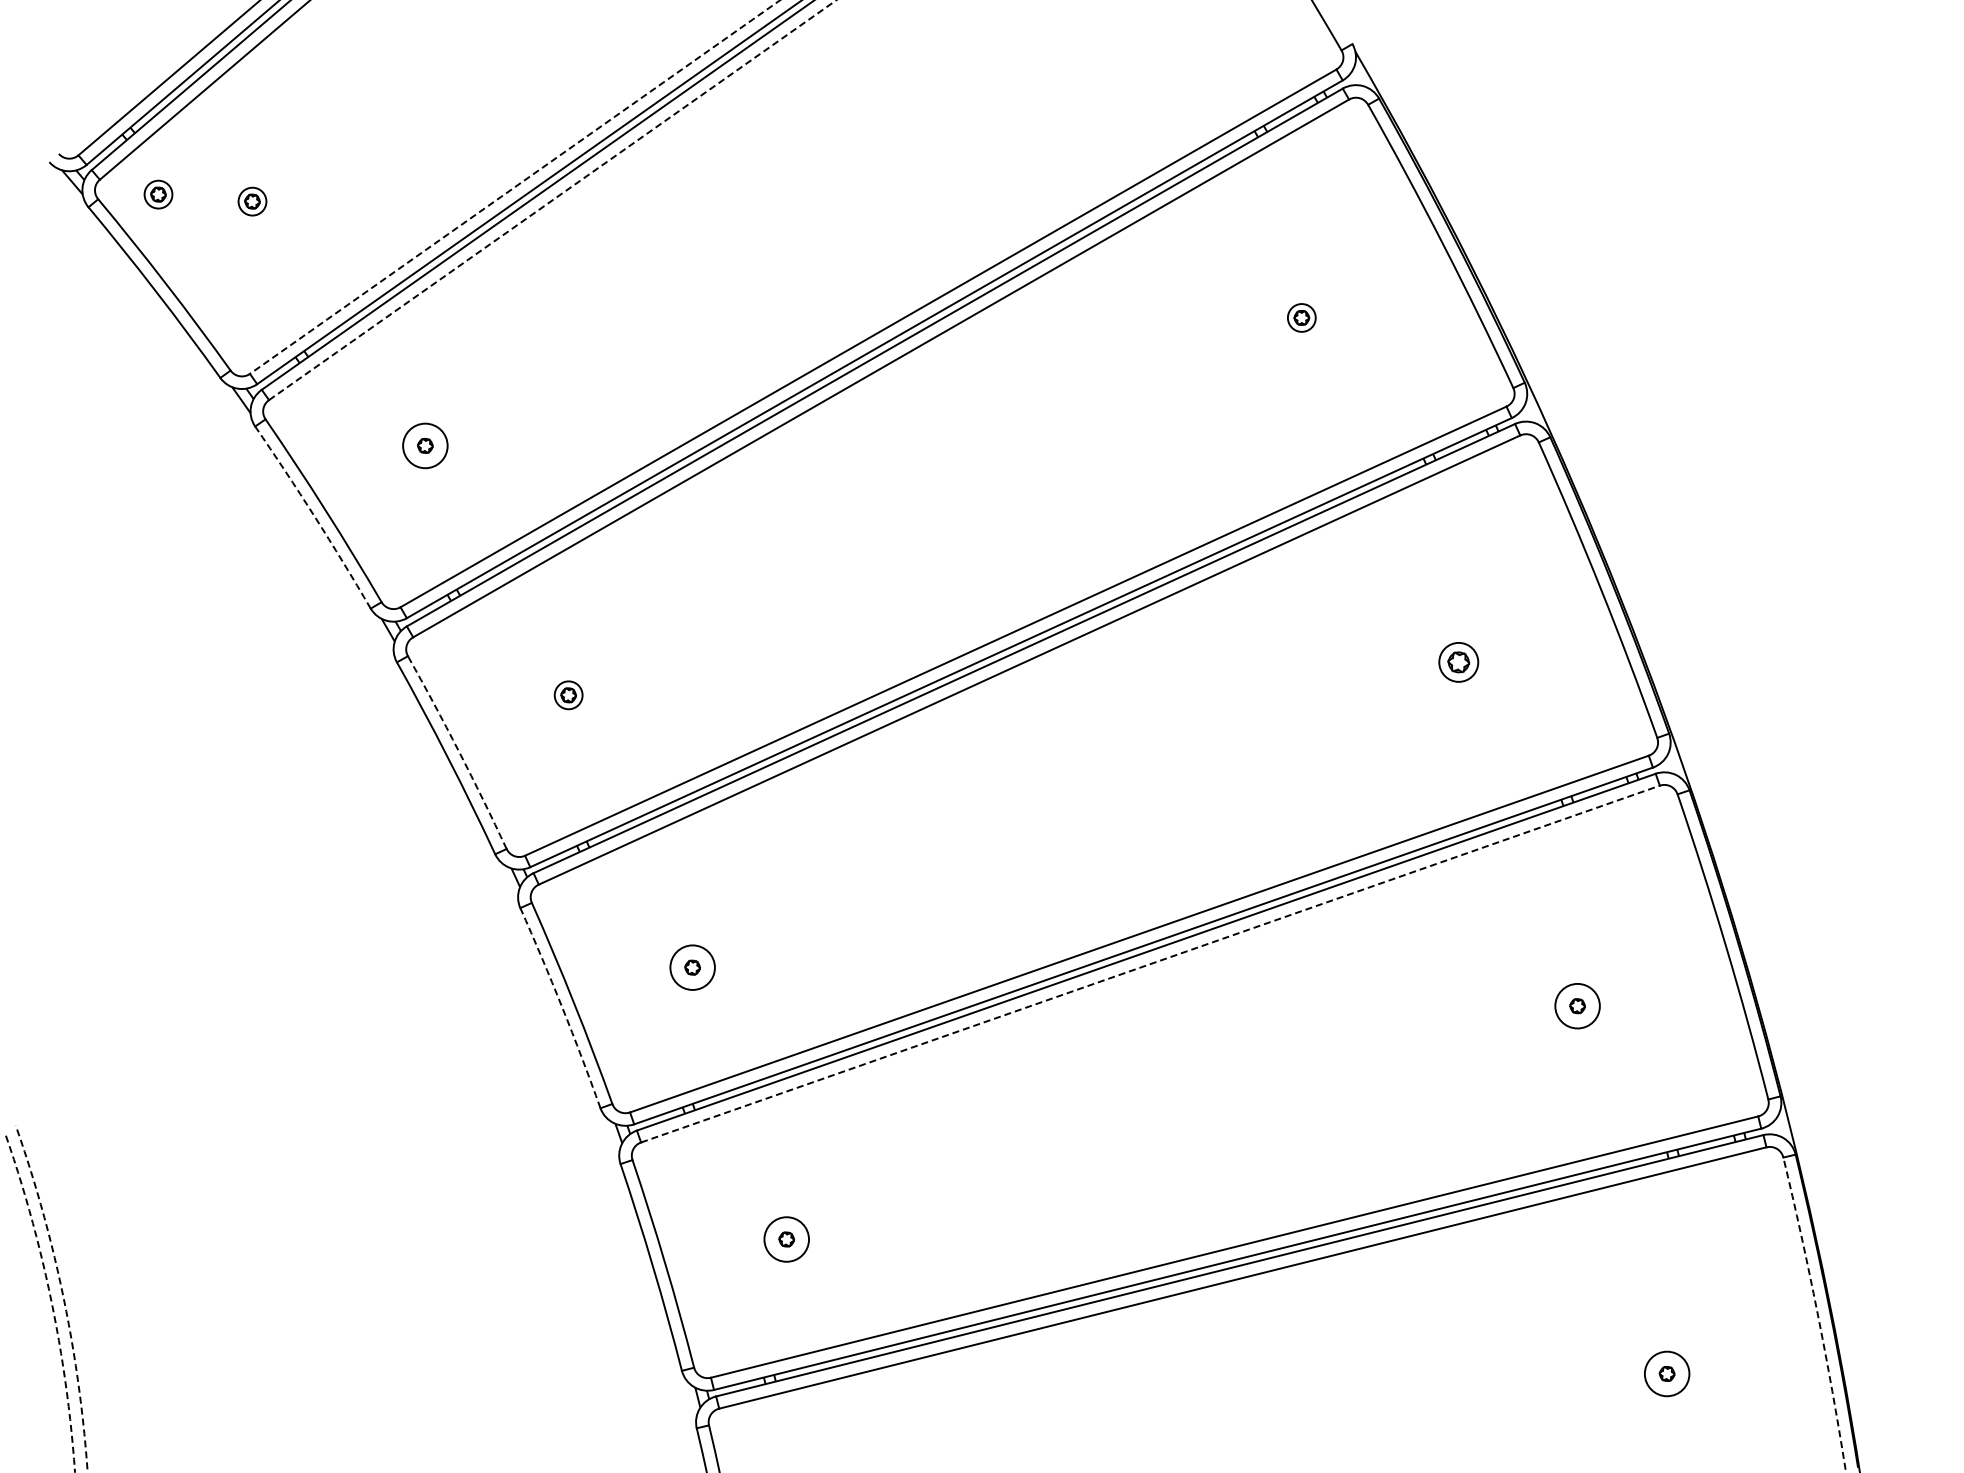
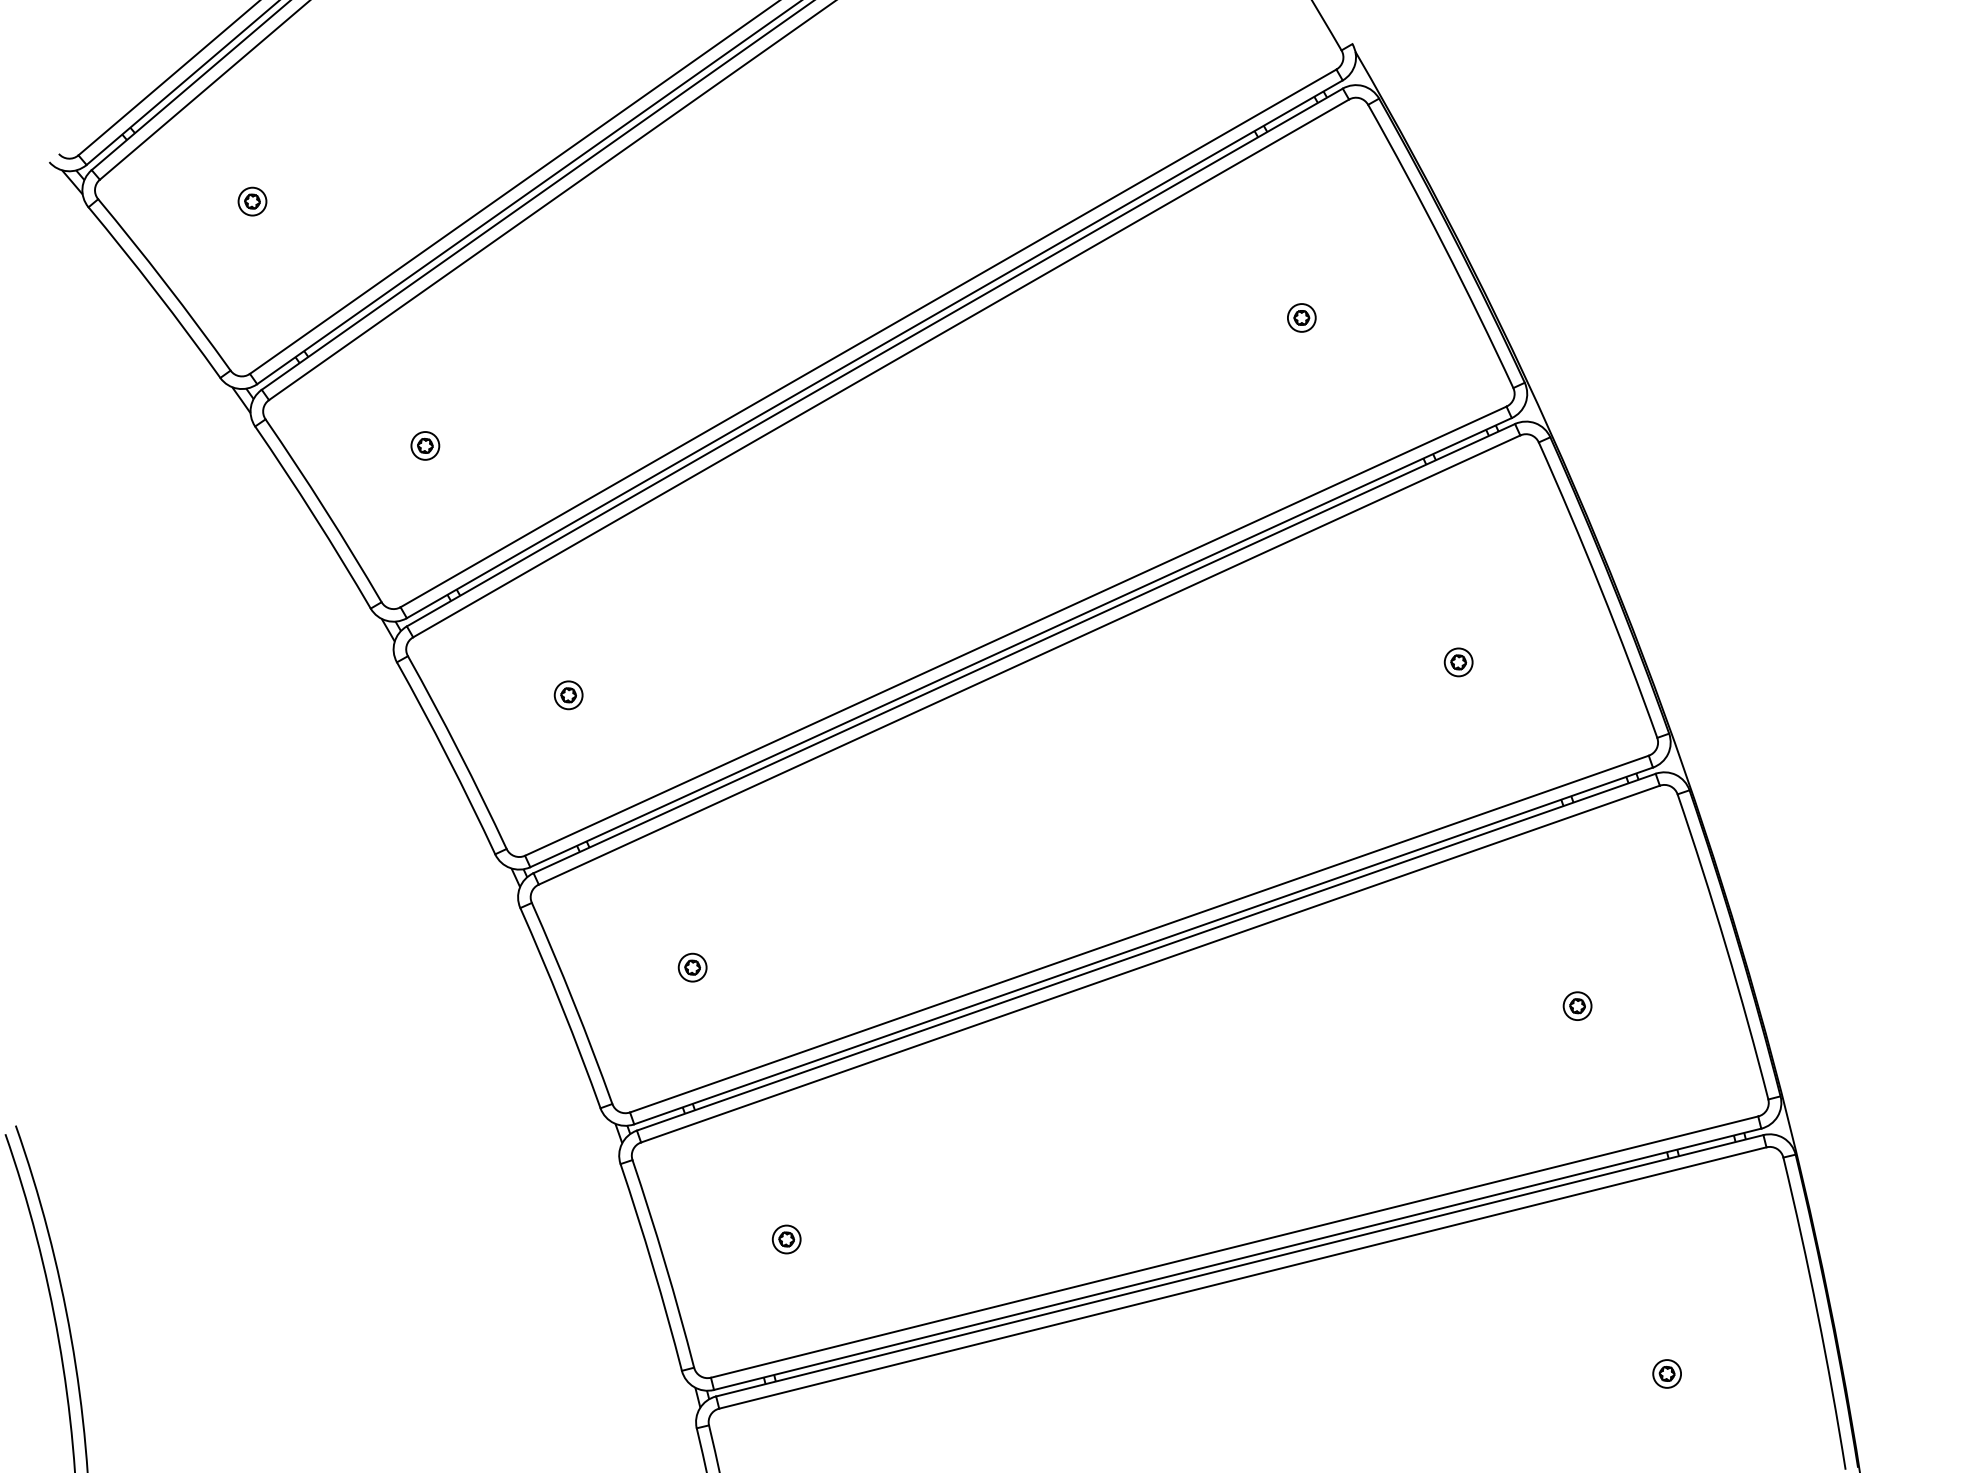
line at (514, 187): dashed -> solid
part at (158, 194): present -> none
line at (552, 200): dashed -> solid
circle at (425, 445) diameter: 45 px -> 28 px
arc at (314, 516): dashed -> solid
part at (1458, 662) size: 42x41 px -> 31x31 px
arc at (459, 751): dashed -> solid
line at (1150, 964): dashed -> solid
circle at (692, 967) diameter: 45 px -> 28 px
circle at (1577, 1005) diameter: 45 px -> 28 px
arc at (562, 1007): dashed -> solid
circle at (786, 1239) diameter: 45 px -> 28 px
arc at (63, 1296): dashed -> solid
arc at (51, 1301): dashed -> solid
arc at (1817, 1313): dashed -> solid
circle at (1666, 1373) diameter: 45 px -> 28 px
